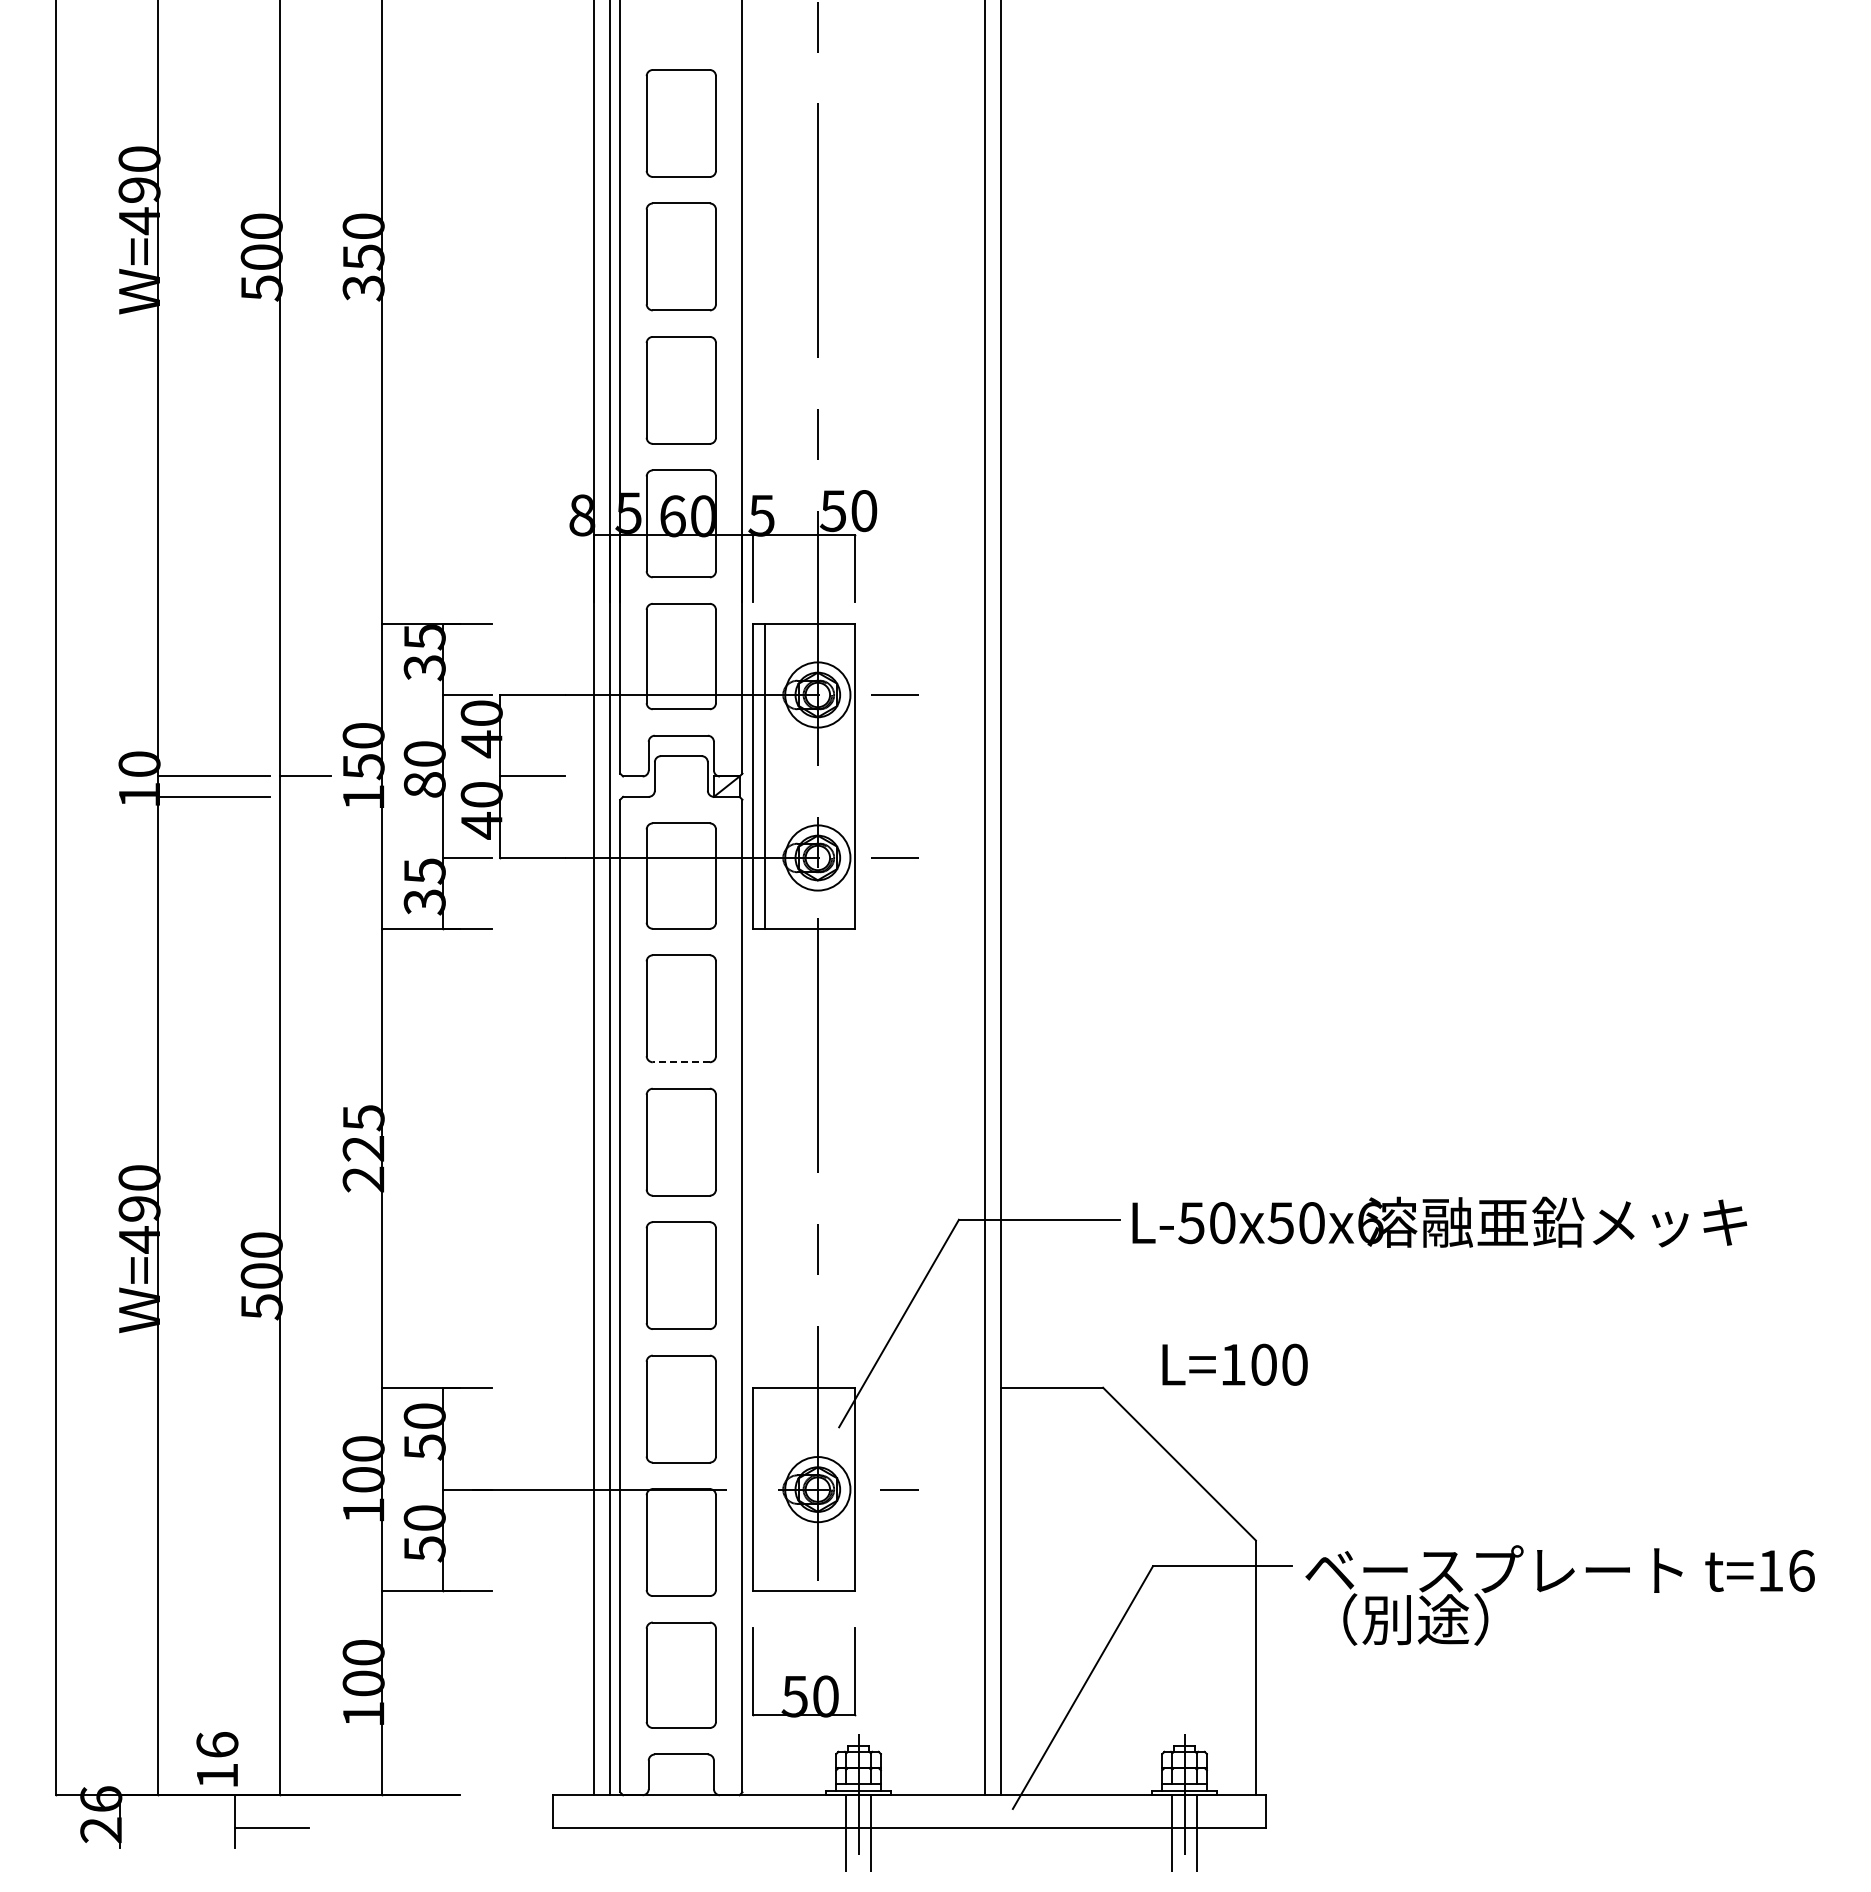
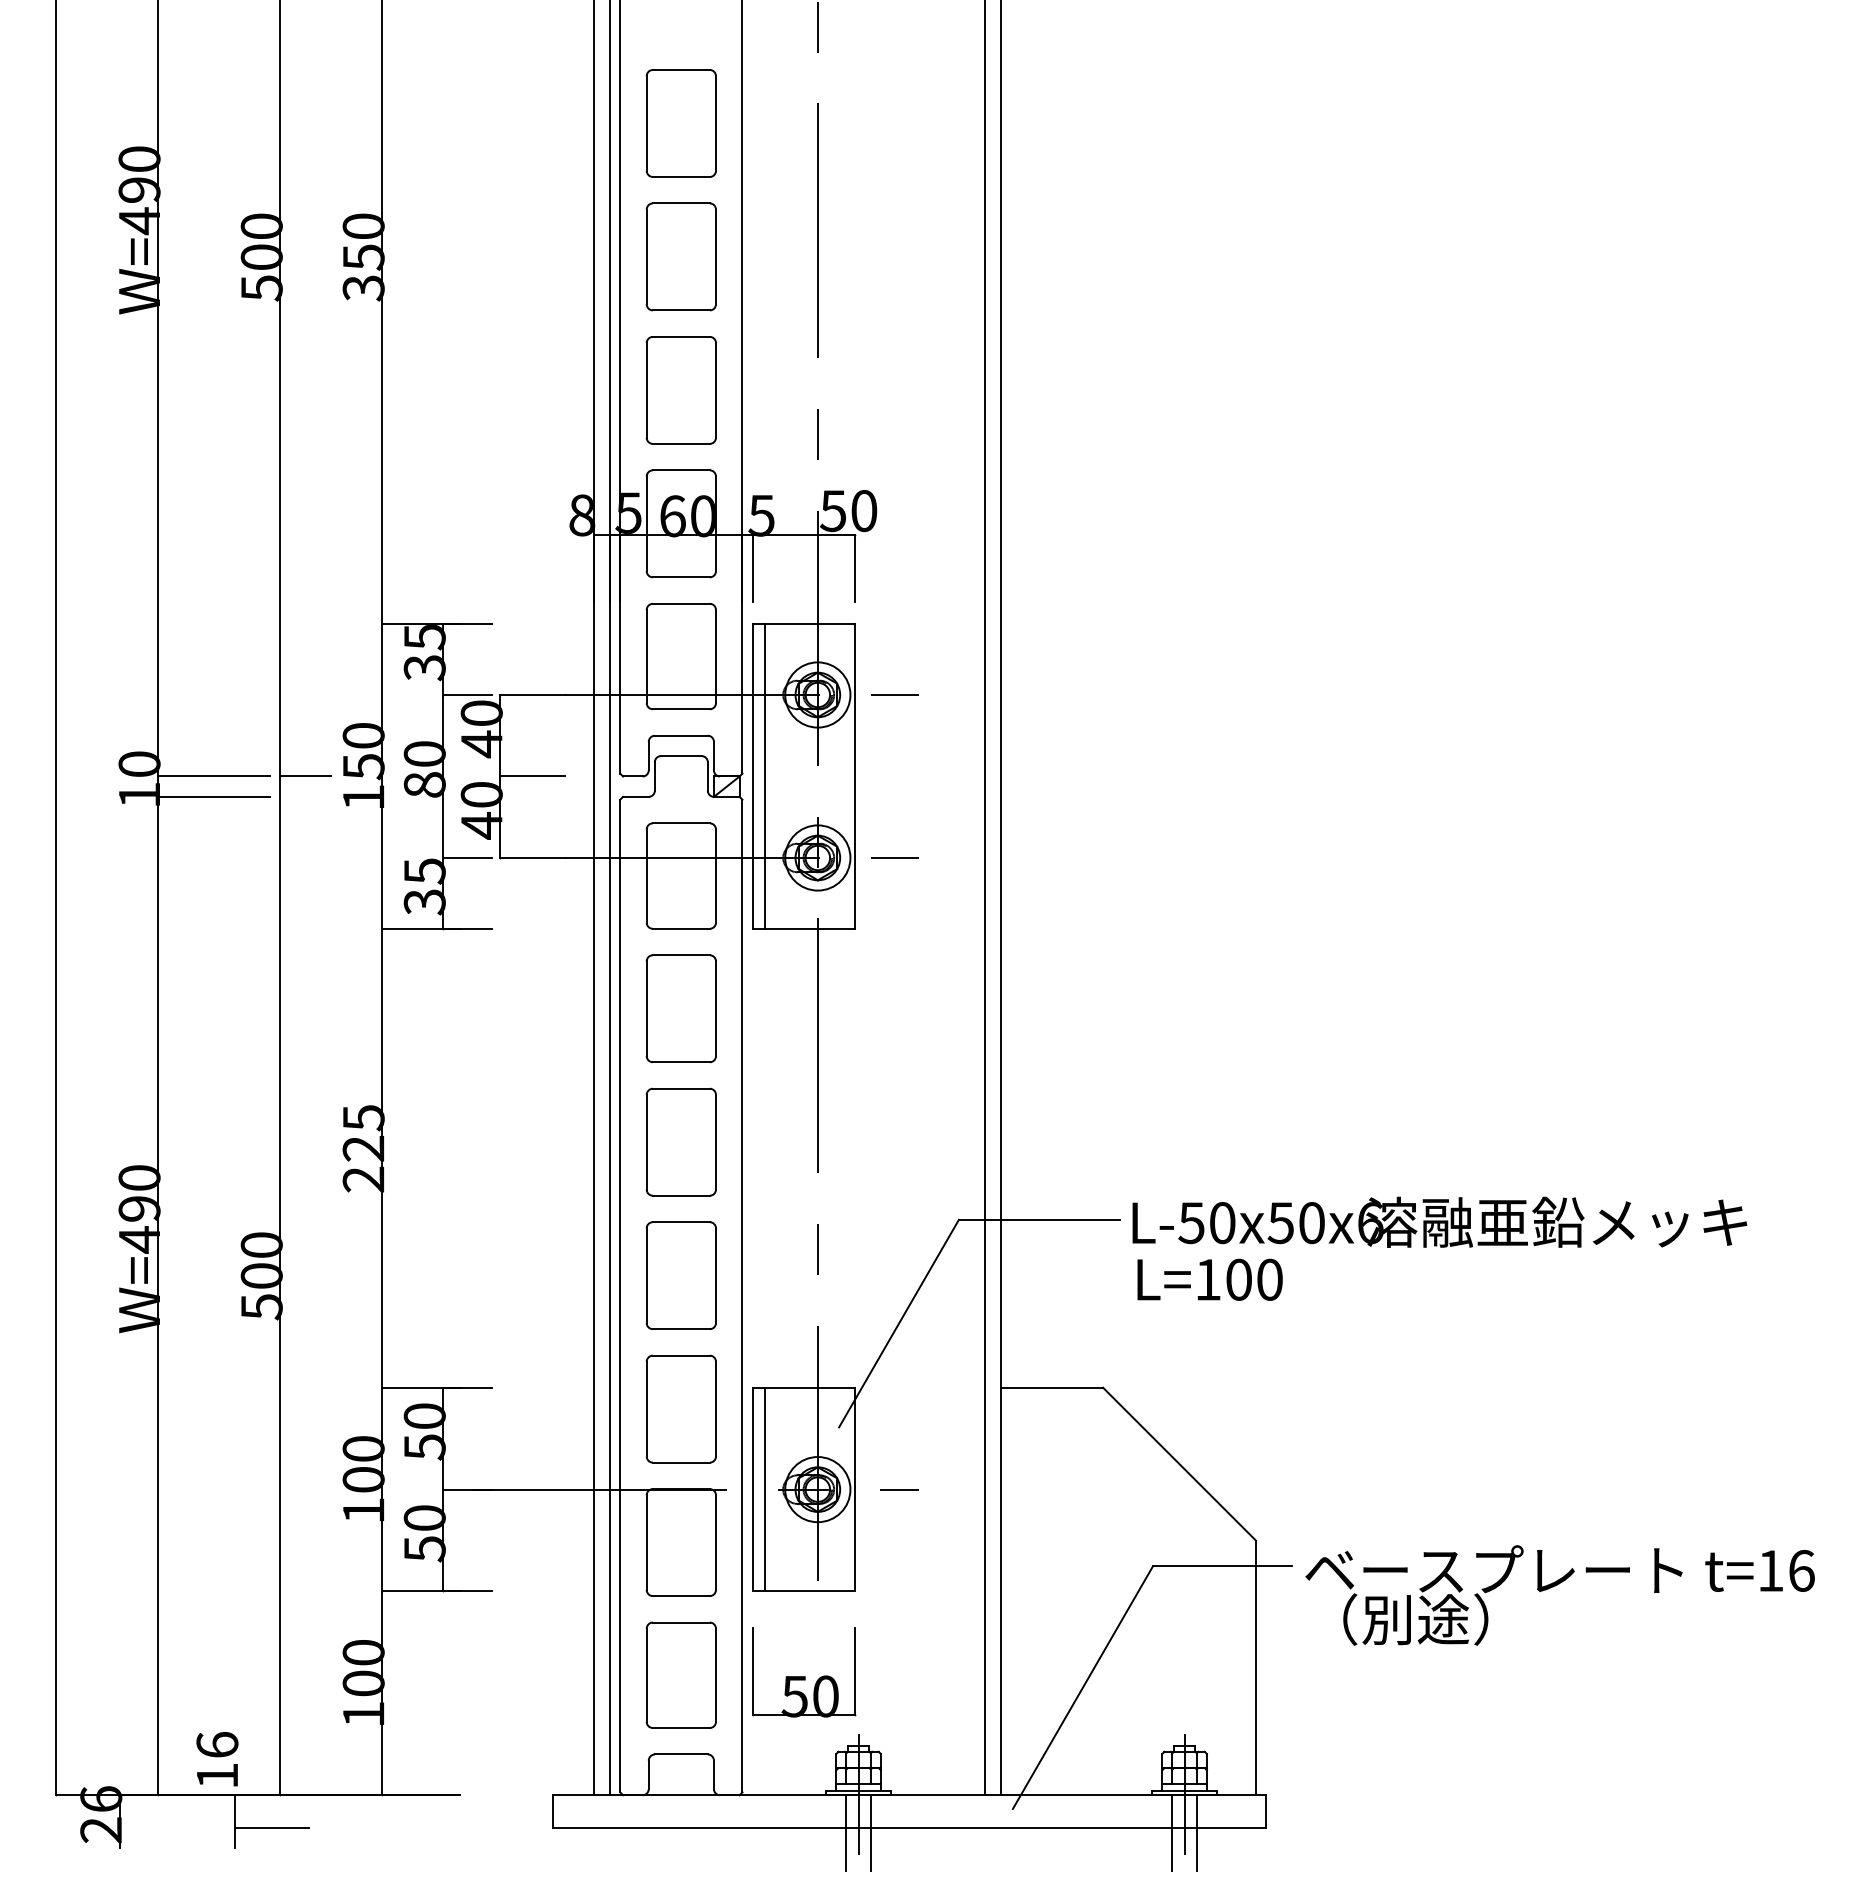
line at (681, 1062): dashed -> solid
text at (1234, 1364) position: (1234, 1364) -> (1209, 1279)
line at (764, 1489): none -> present
